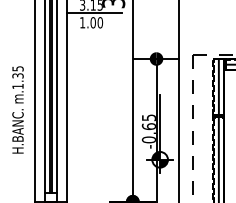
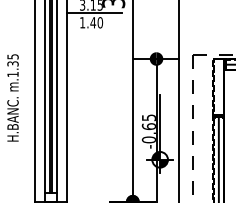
text at (93, 22): 1.00 -> 1.40
line at (218, 87): present -> none
text at (17, 109) position: (17, 109) -> (12, 97)
